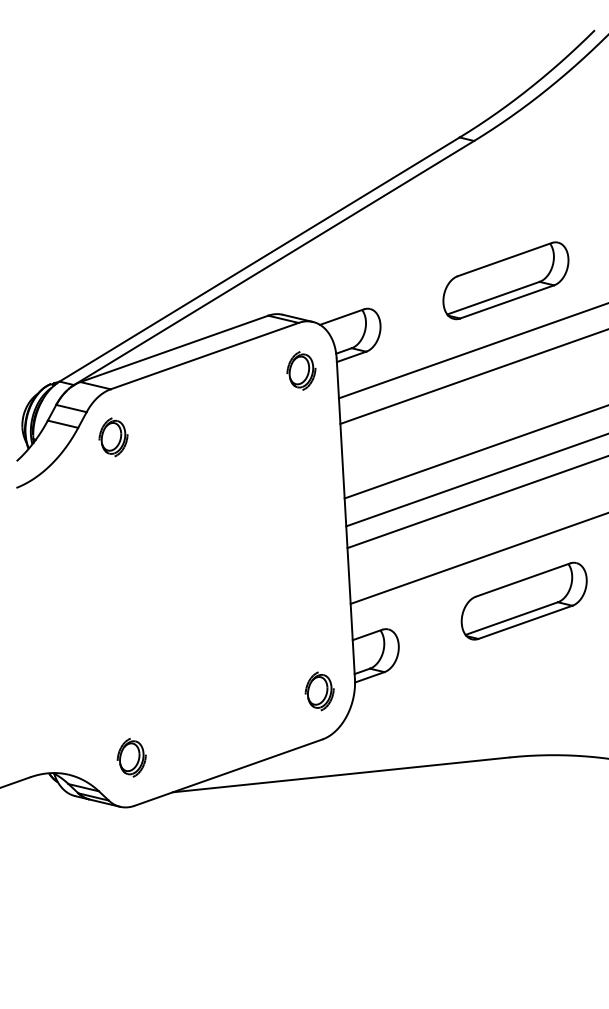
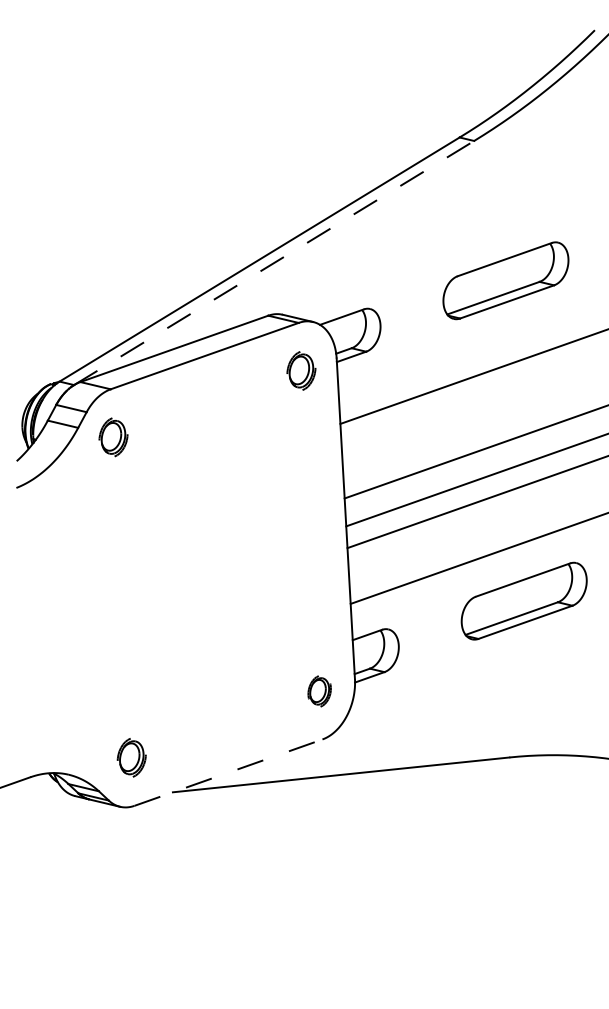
line at (274, 262): solid -> dashed
line at (471, 351): present -> none
part at (319, 691) size: 31x41 px -> 25x33 px
line at (228, 772): solid -> dashed
